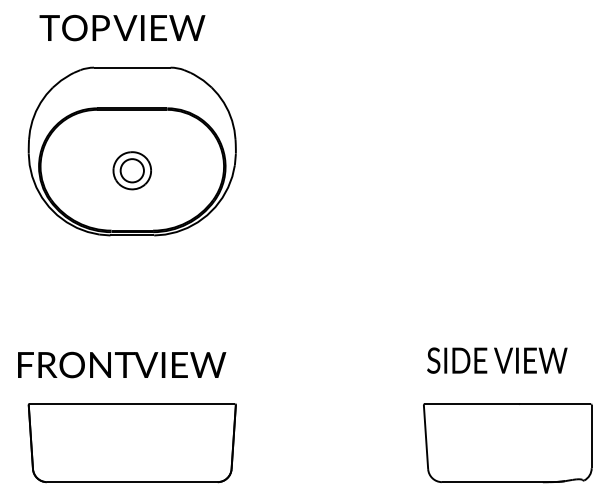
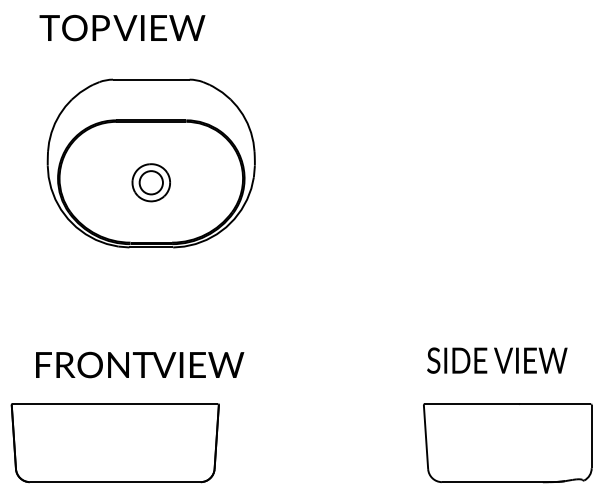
part at (131, 151) position: (131, 151) -> (150, 163)
text at (122, 364) position: (122, 364) -> (140, 364)
part at (131, 443) position: (131, 443) -> (114, 443)
